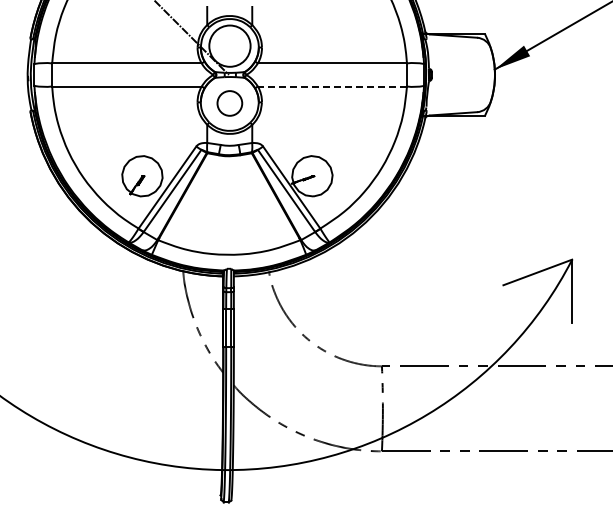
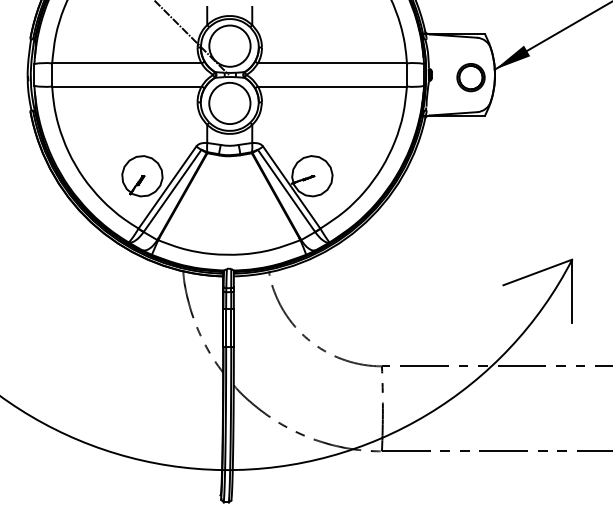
part at (470, 77): none -> present
line at (332, 86): dashed -> solid
circle at (229, 103) diameter: 25 px -> 41 px
